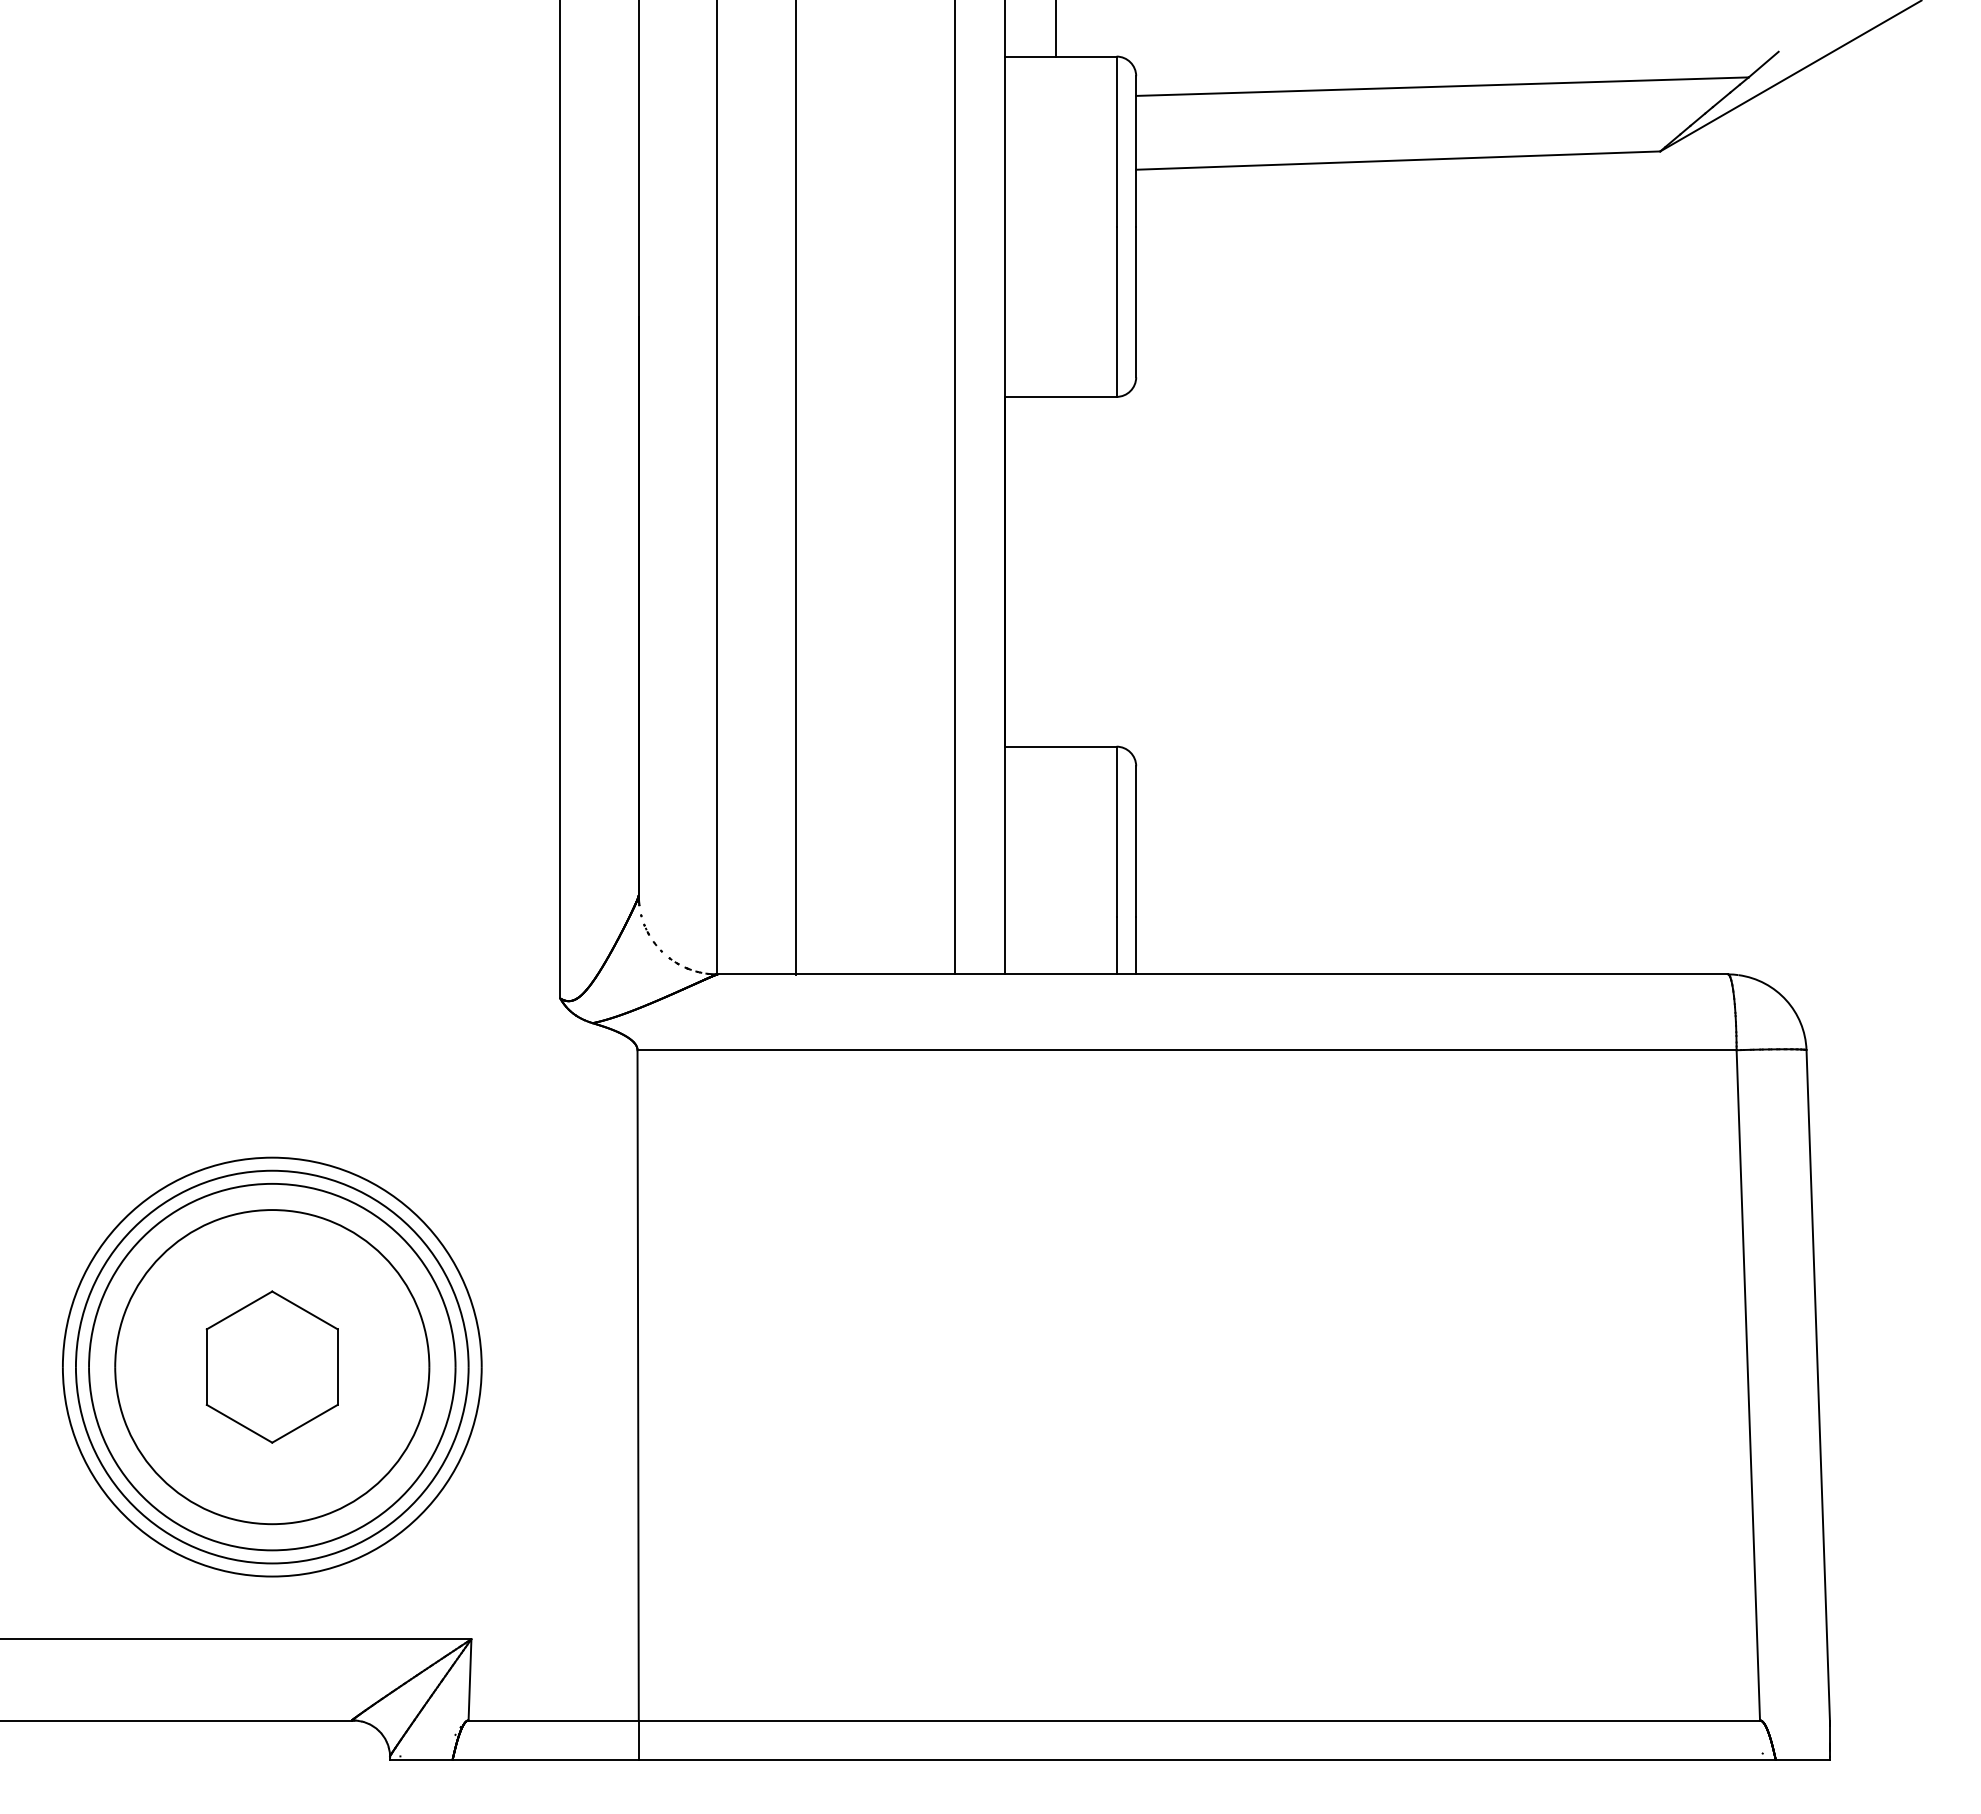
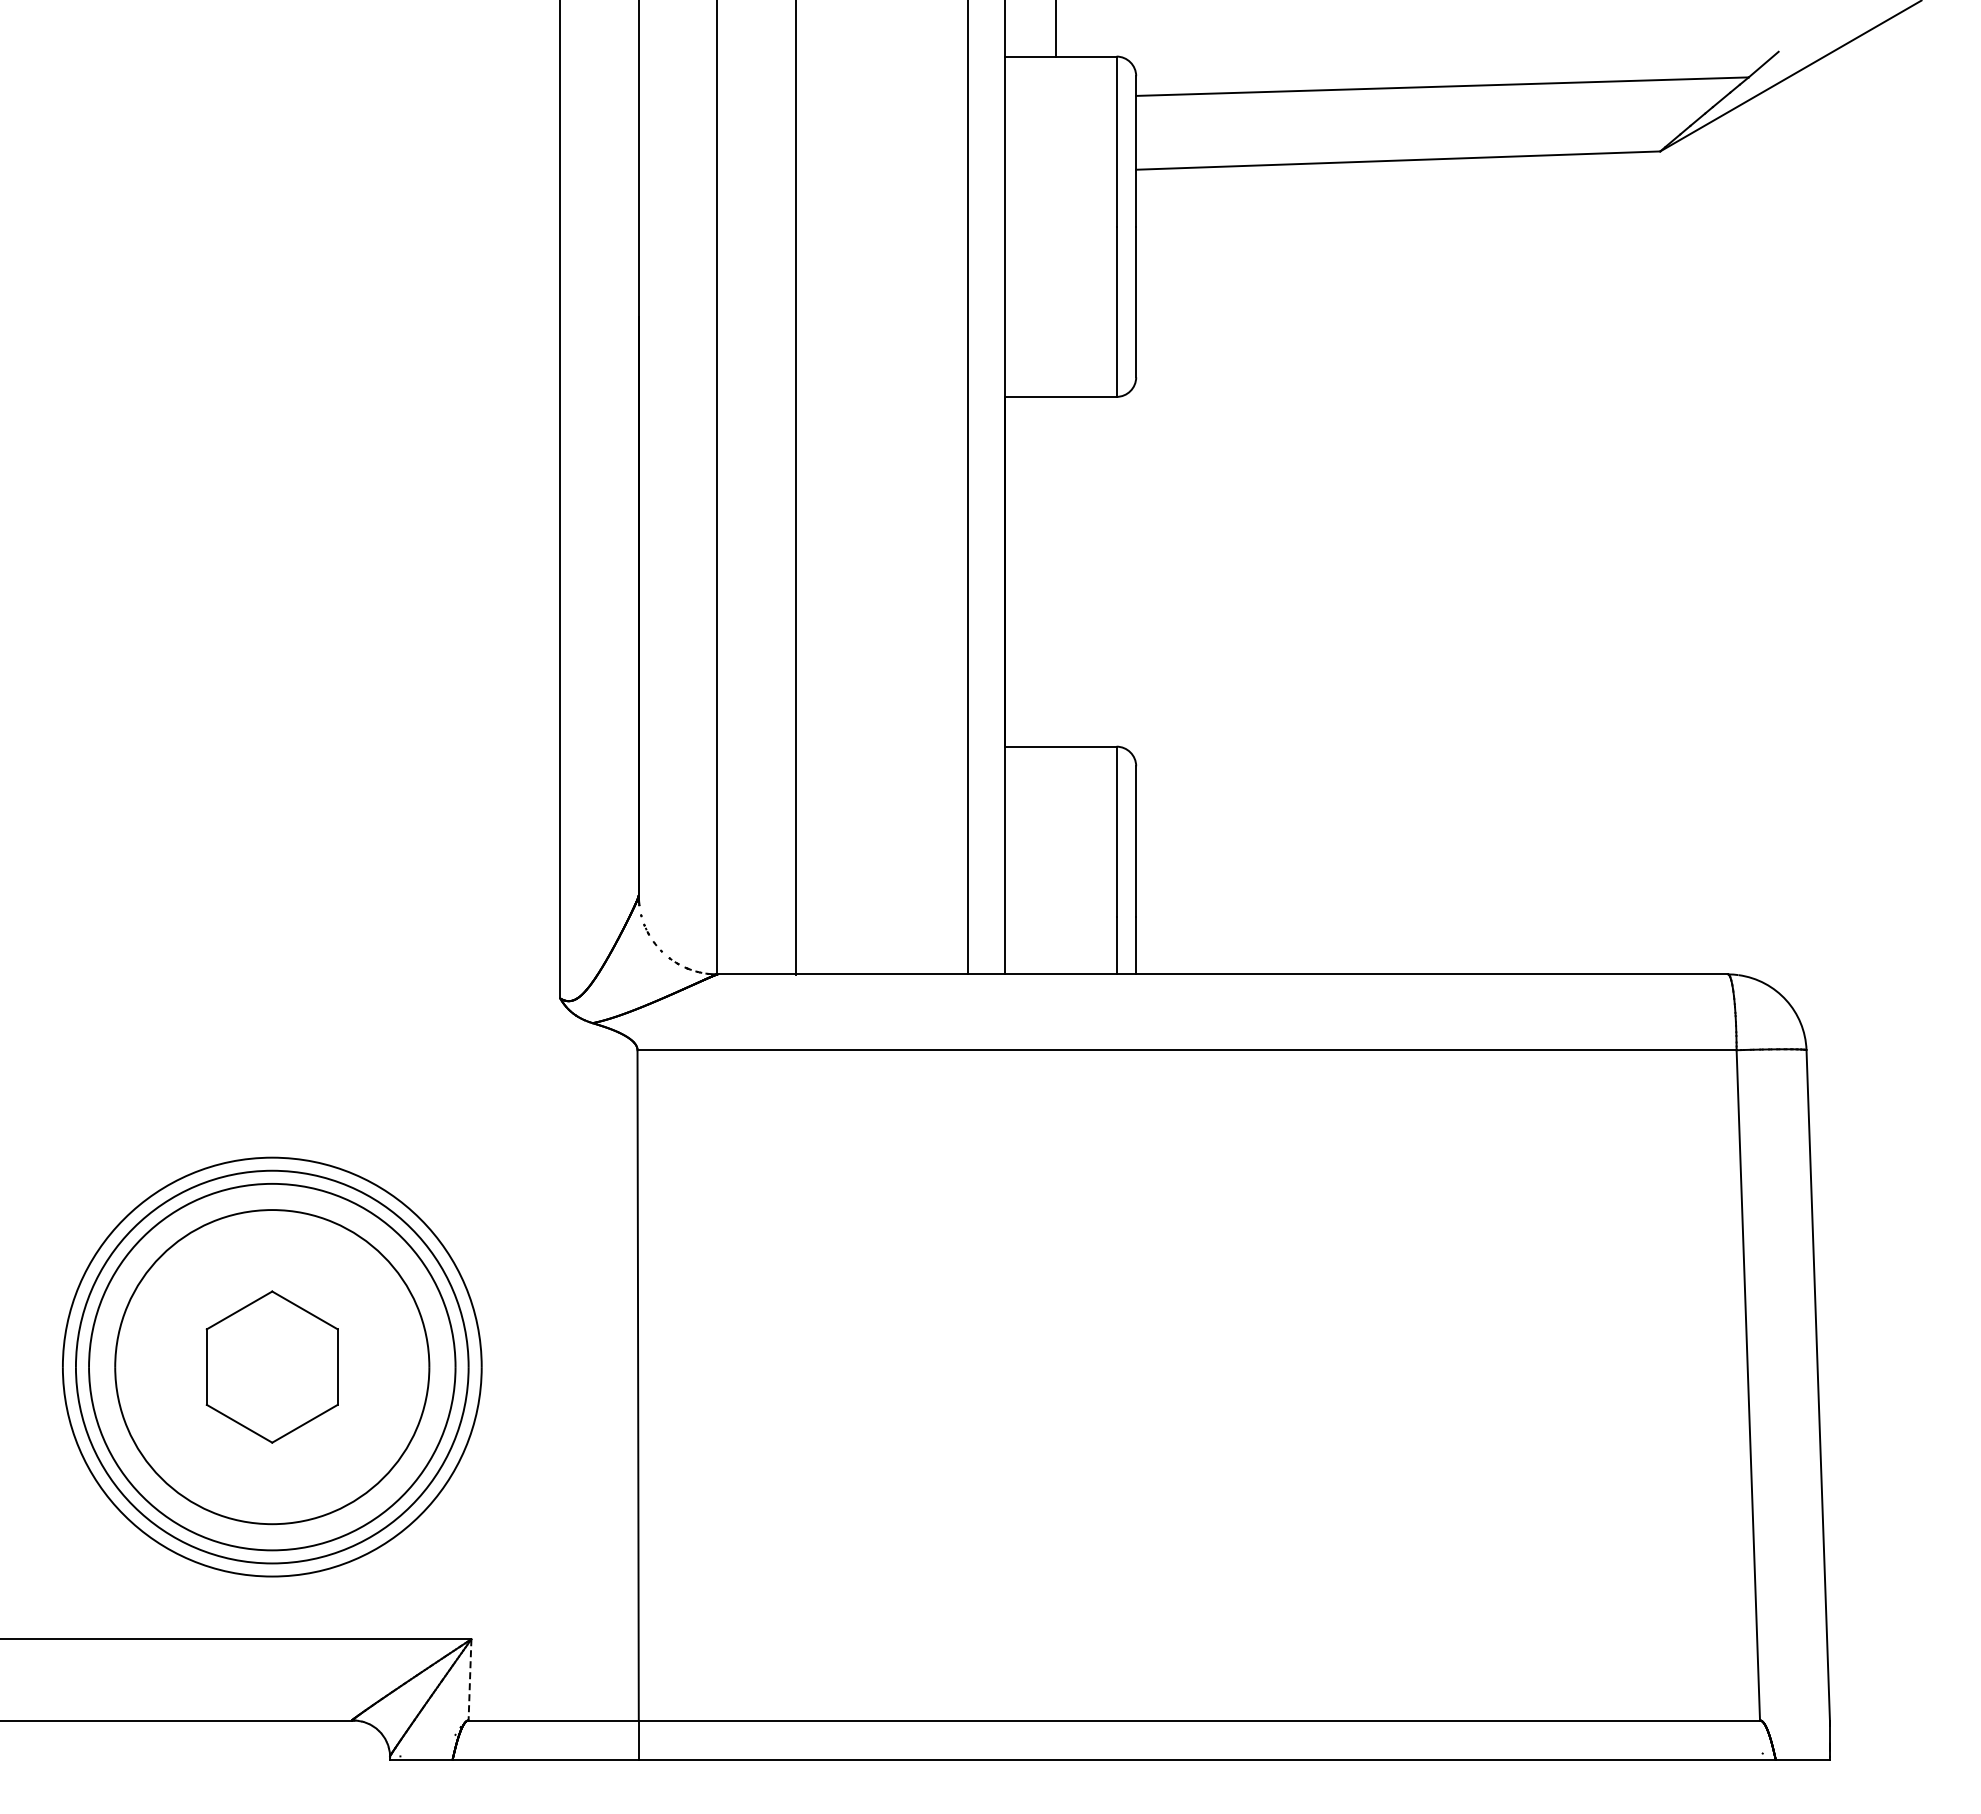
line at (954, 488) position: (954, 488) -> (967, 488)
line at (470, 1679): solid -> dashed
